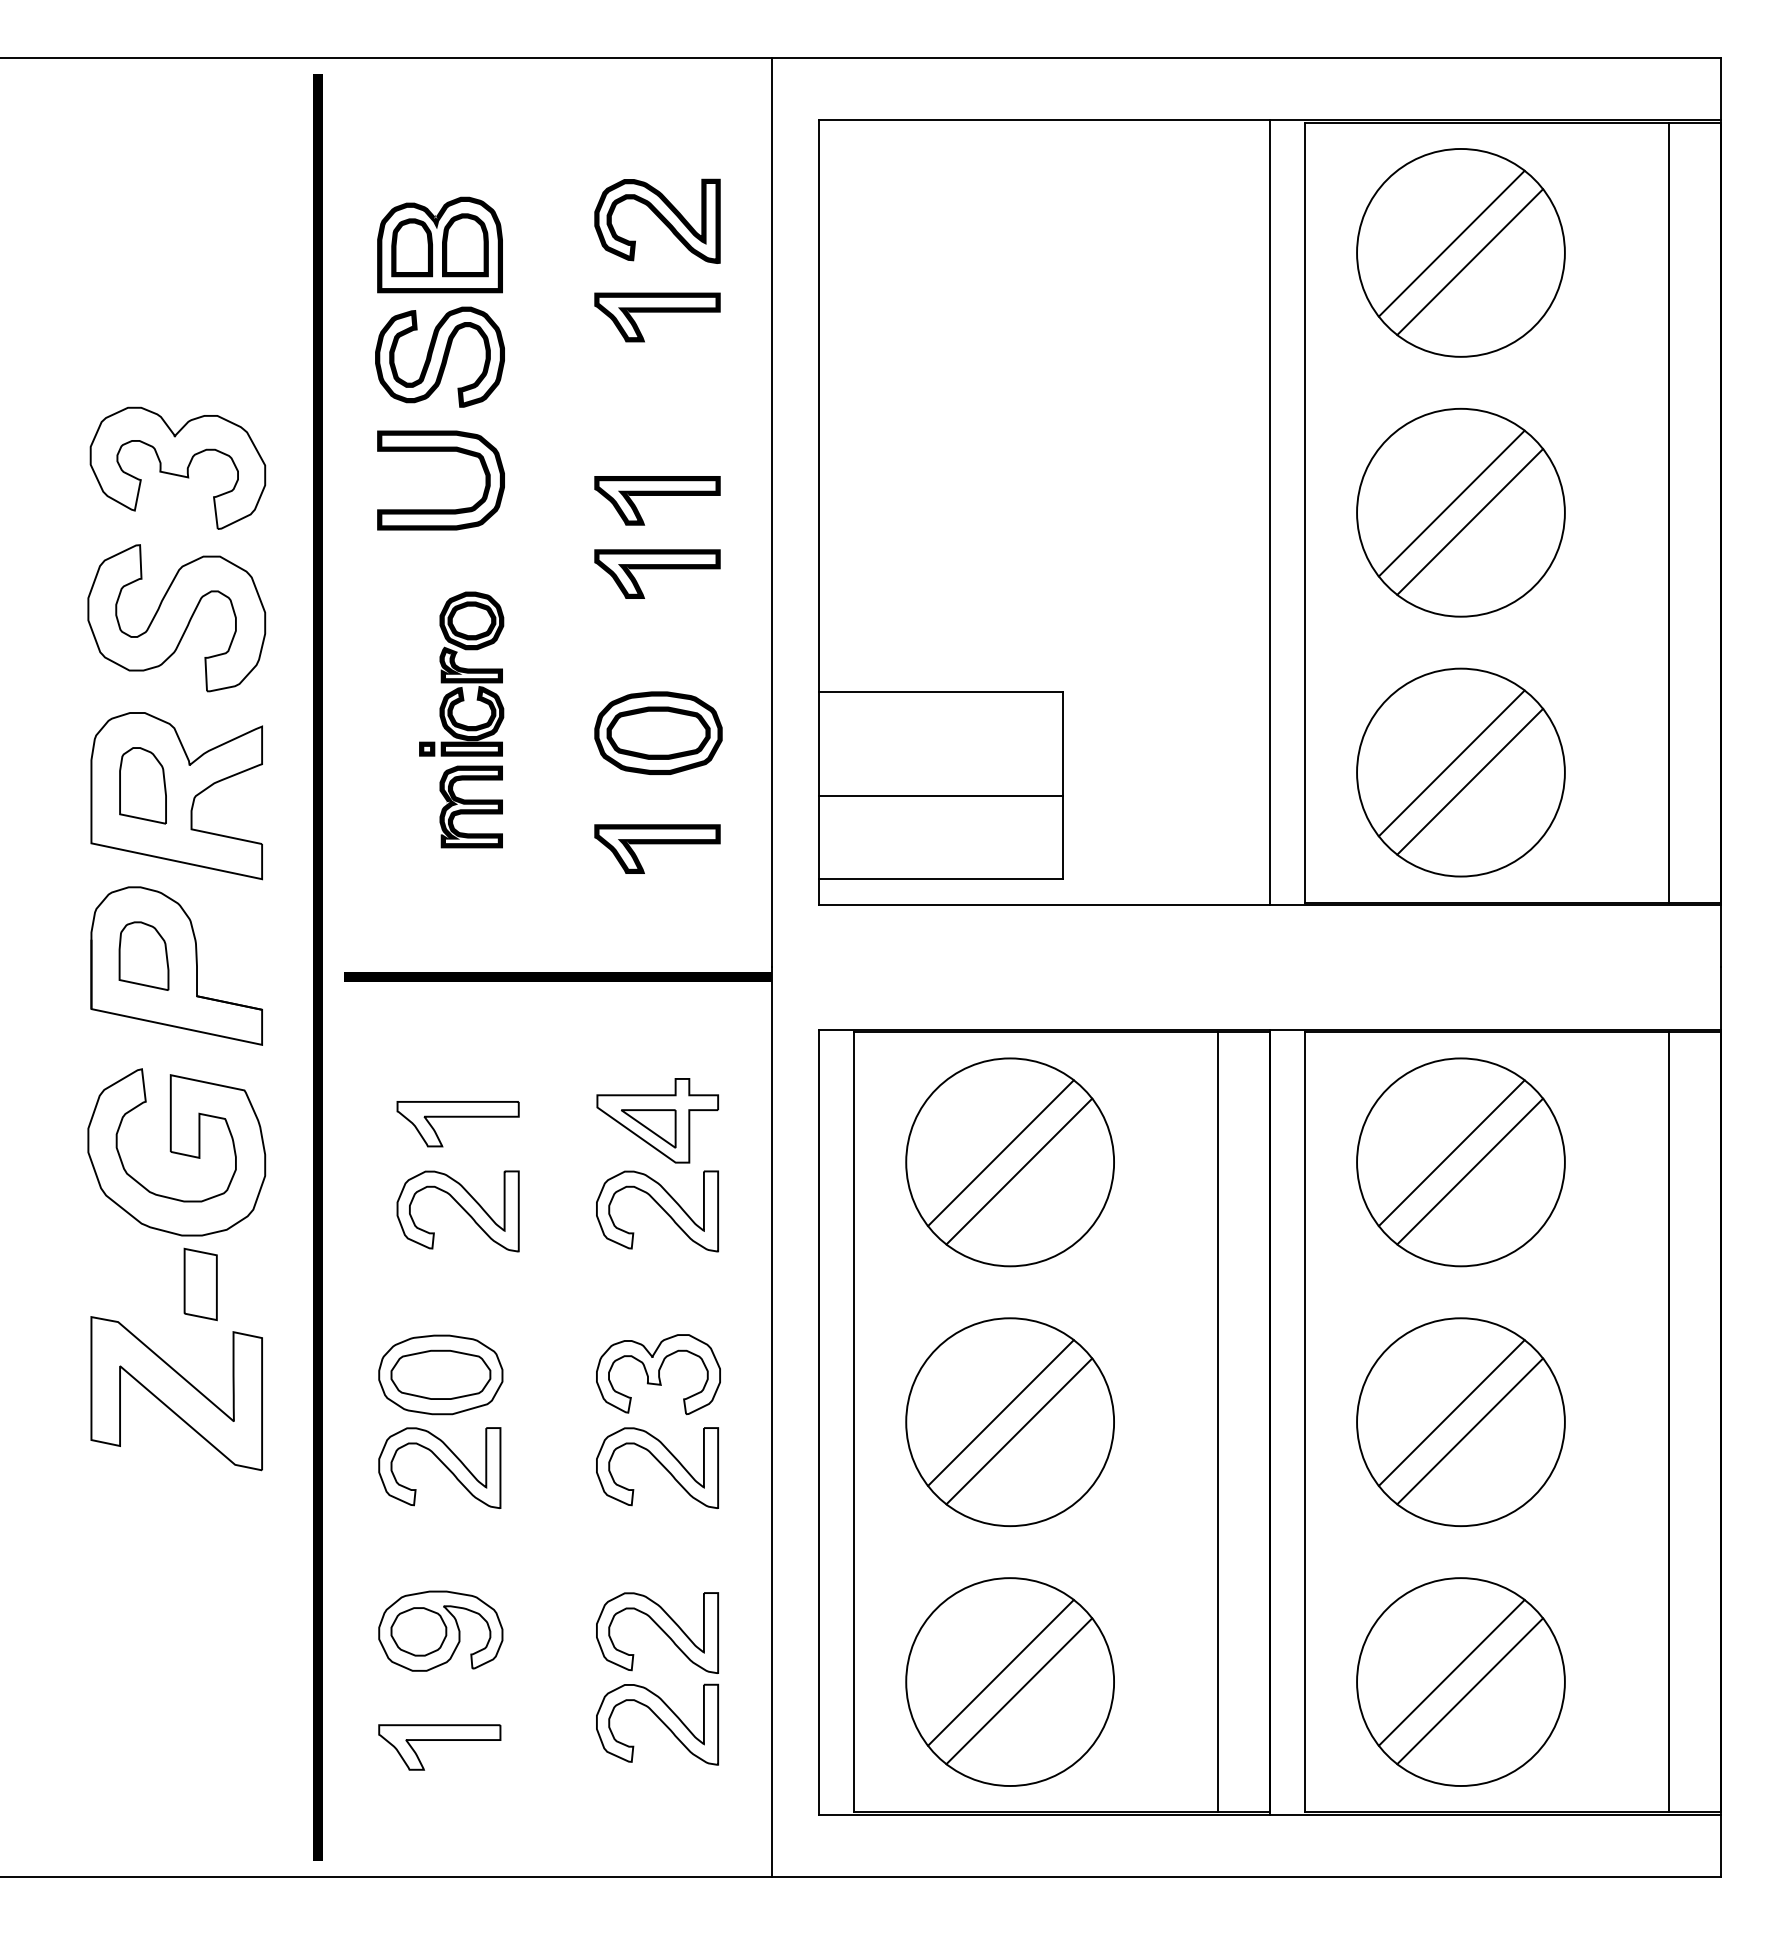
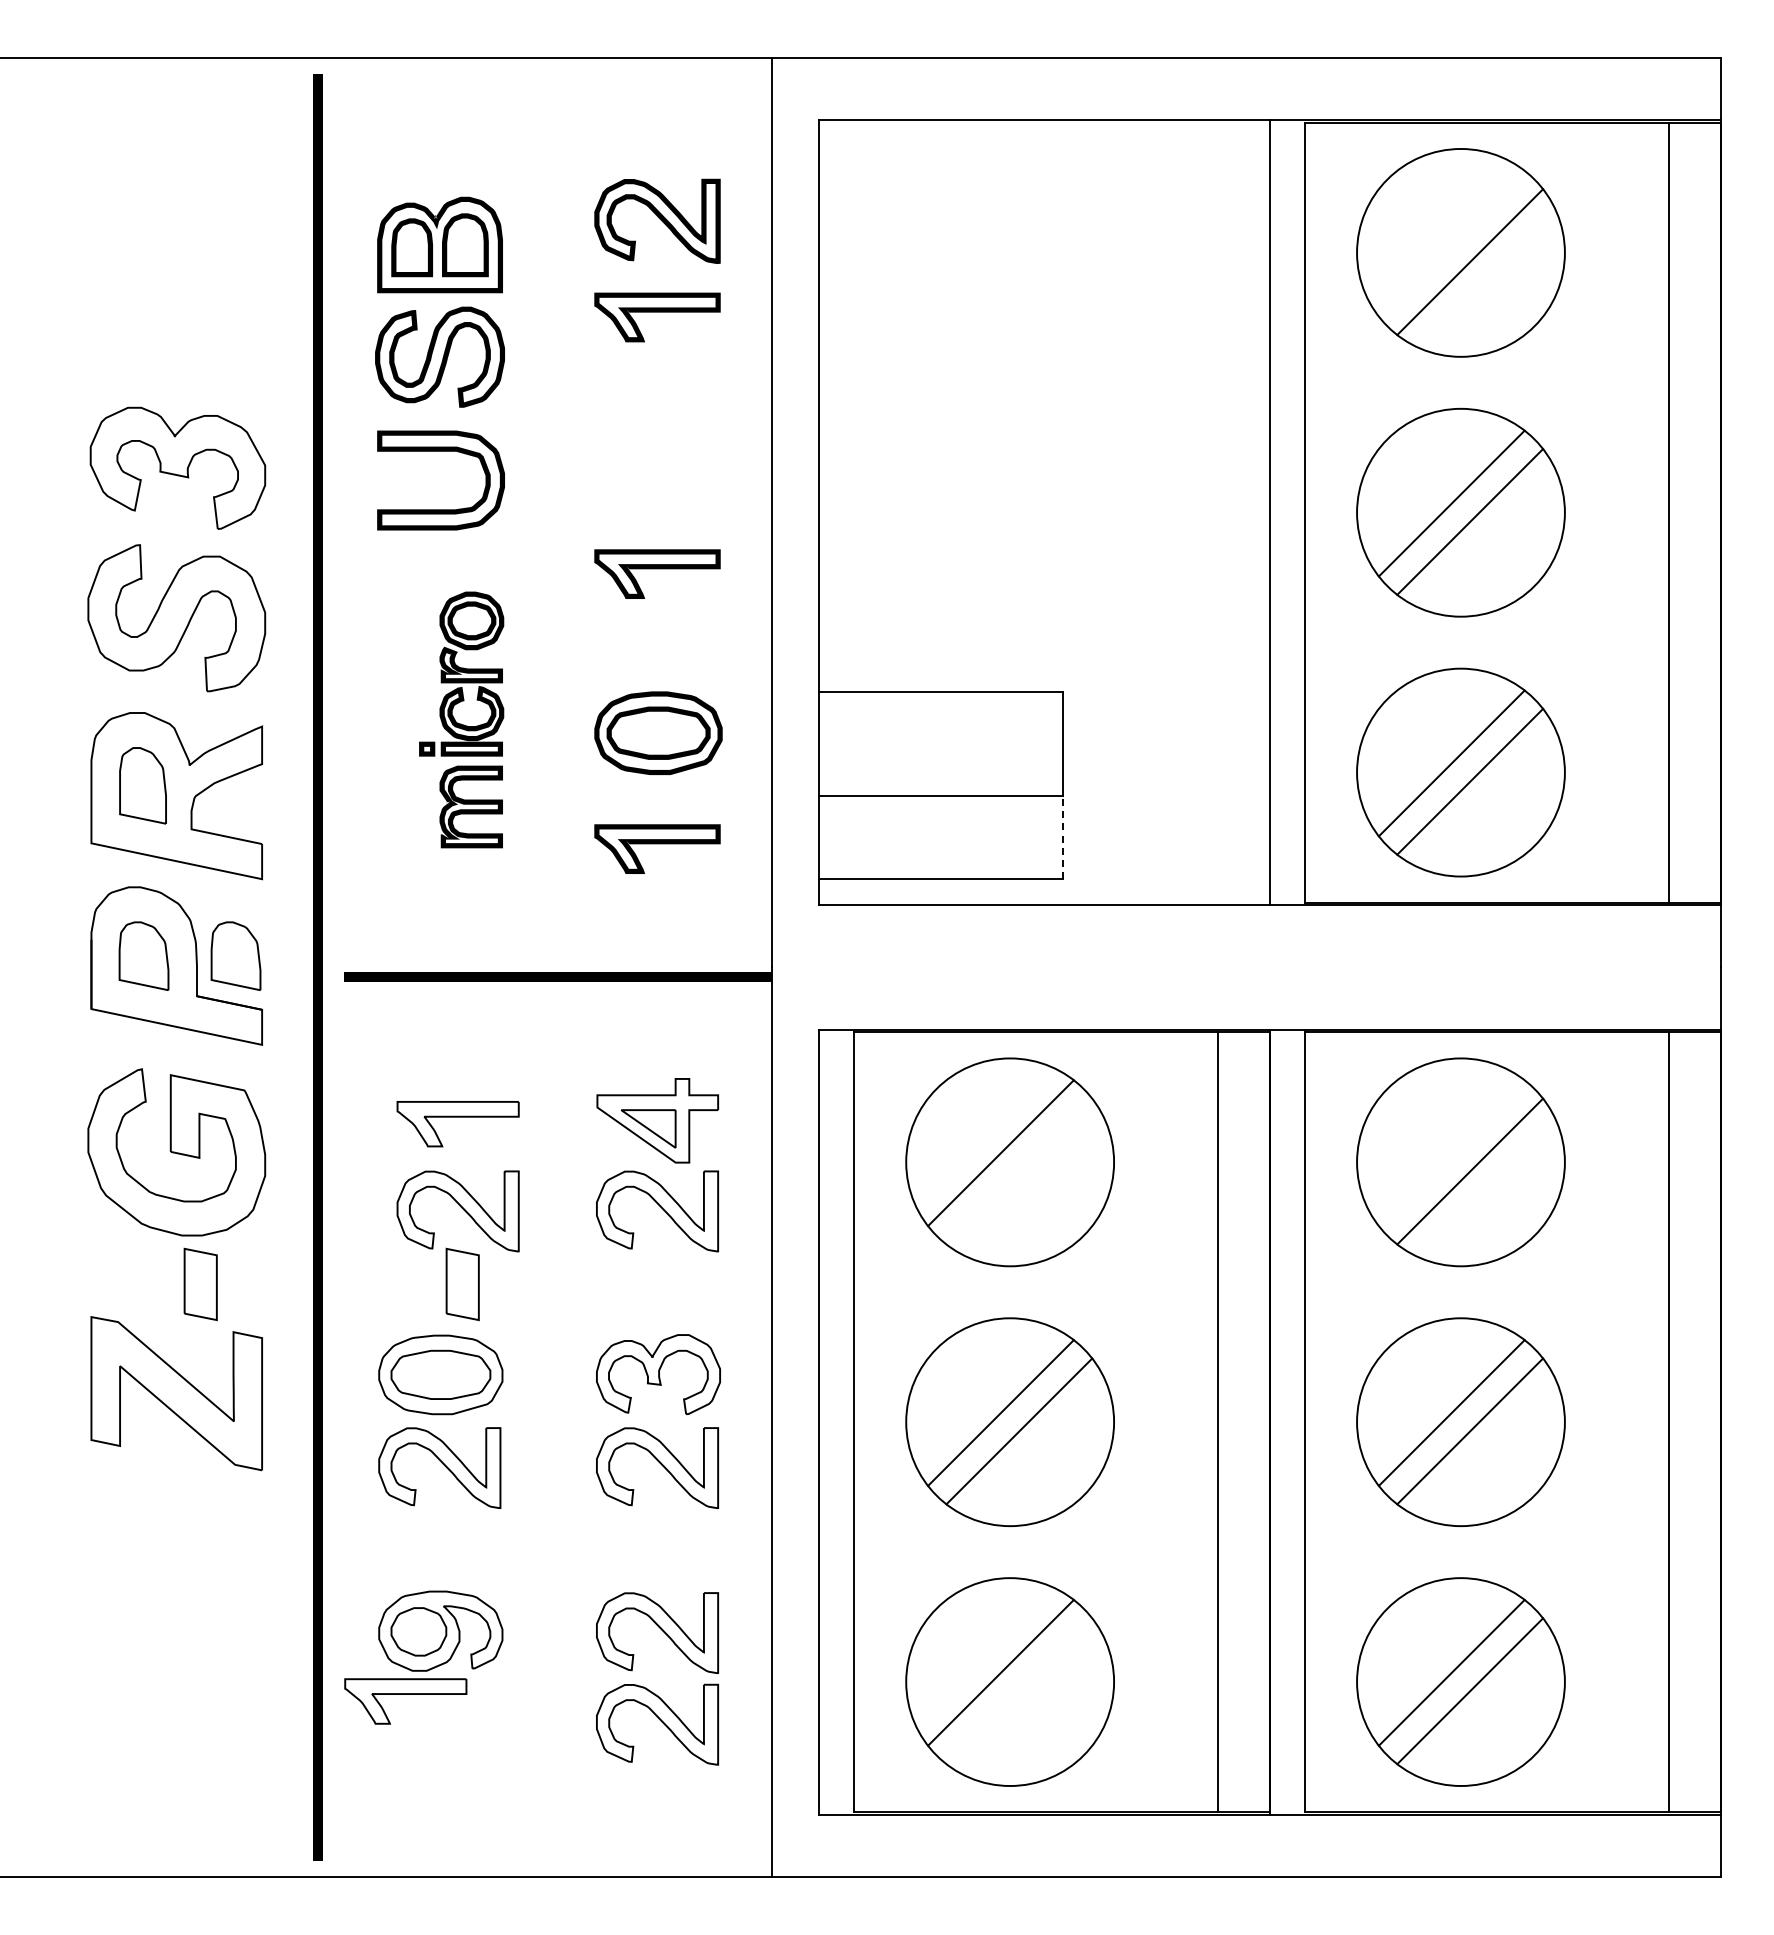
line at (1451, 243): present -> none
part at (657, 500): present -> none
line at (1063, 837): solid -> dashed
part at (235, 955): none -> present
line at (1451, 1153): present -> none
line at (1019, 1171): present -> none
part at (462, 1284): none -> present
line at (1019, 1691): present -> none
part at (439, 1740) position: (439, 1740) -> (405, 1694)
